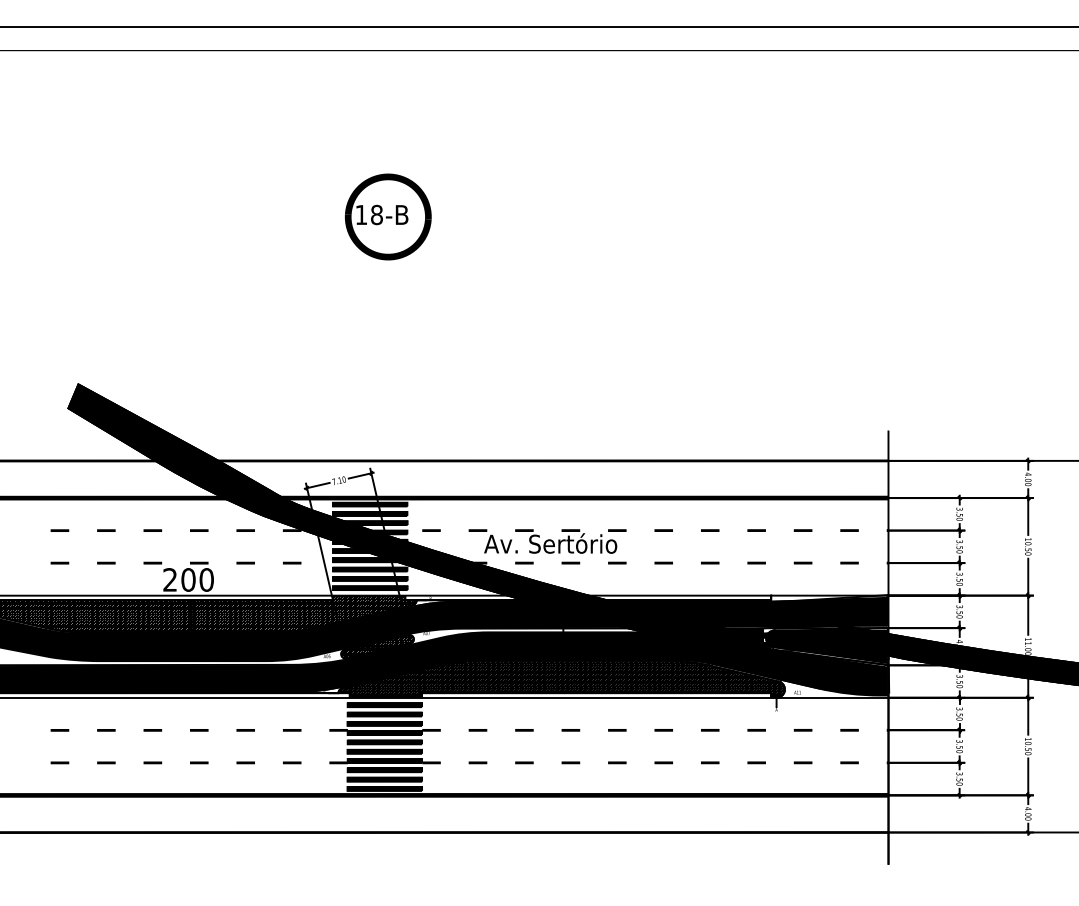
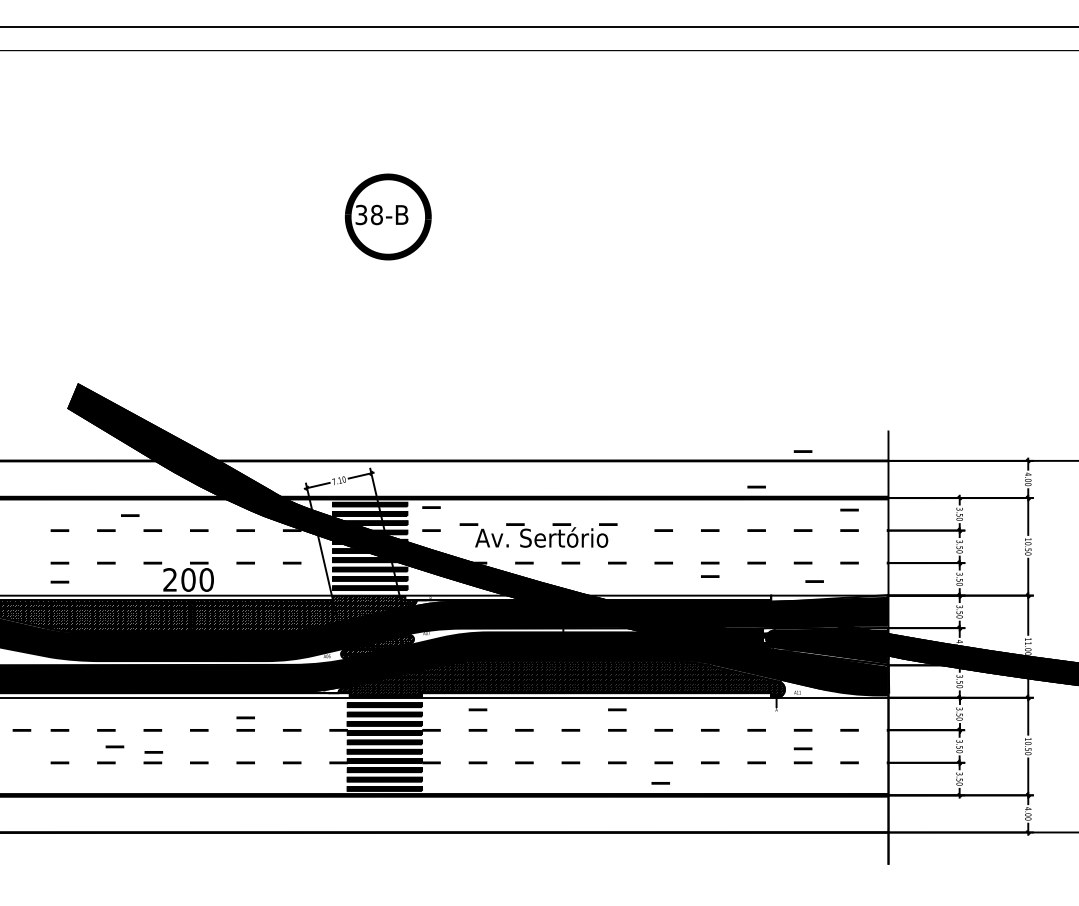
text at (361, 214): 18-B -> 38-B
line at (802, 451): none -> present
line at (756, 486): none -> present
line at (431, 507): none -> present
line at (849, 509): none -> present
line at (130, 515): none -> present
text at (547, 541) position: (547, 541) -> (538, 535)
line at (710, 576): none -> present
line at (59, 581): none -> present
line at (814, 581): none -> present
line at (477, 709): none -> present
line at (617, 709): none -> present
line at (245, 717): none -> present
line at (21, 730): none -> present
line at (114, 746): none -> present
line at (802, 748): none -> present
line at (153, 752): none -> present
line at (660, 783): none -> present
